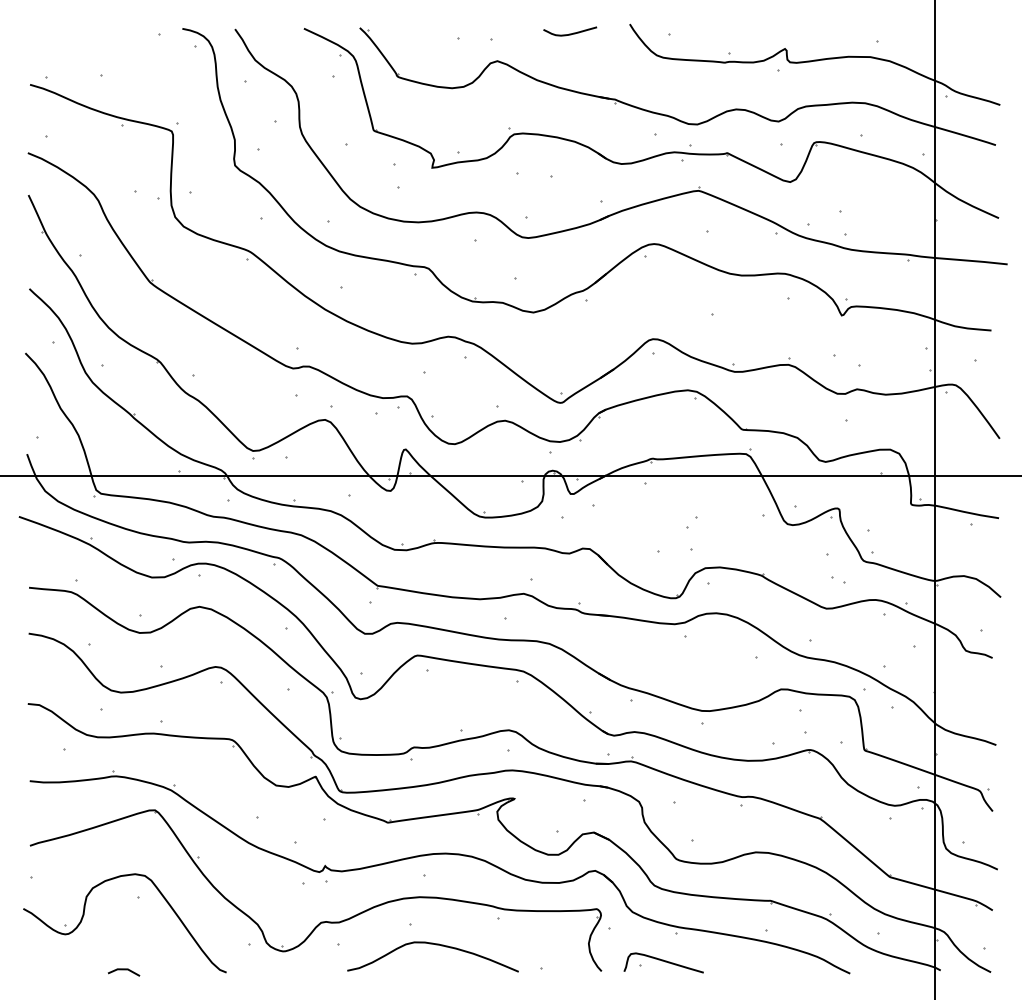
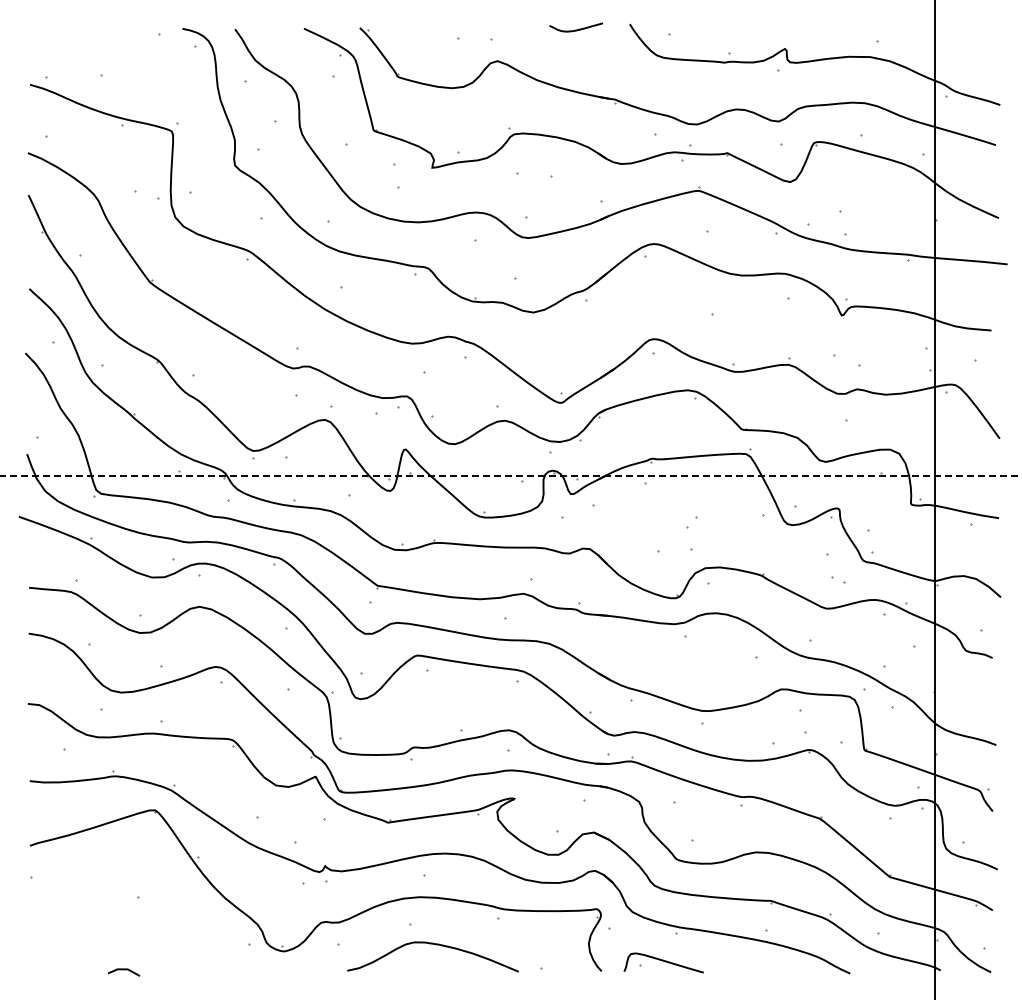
curve at (570, 33) position: (570, 33) -> (576, 29)
line at (510, 476): solid -> dashed
part at (84, 915): present -> none
